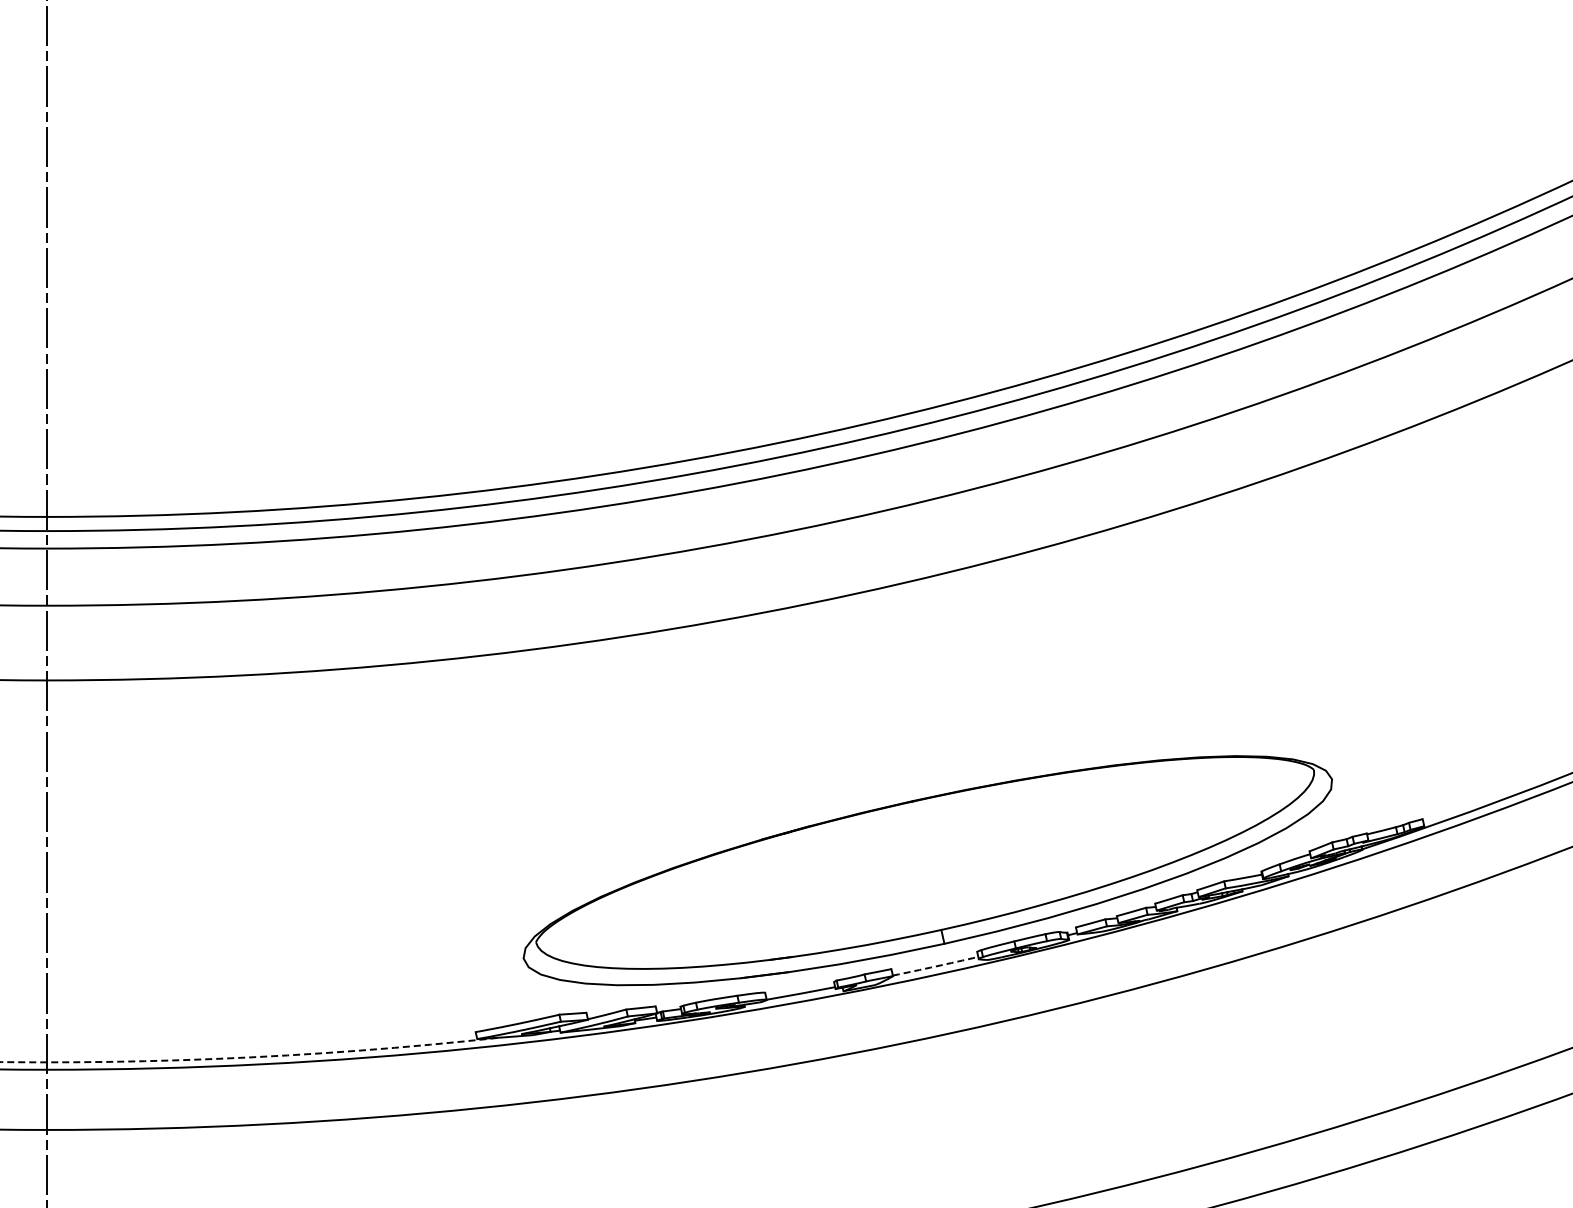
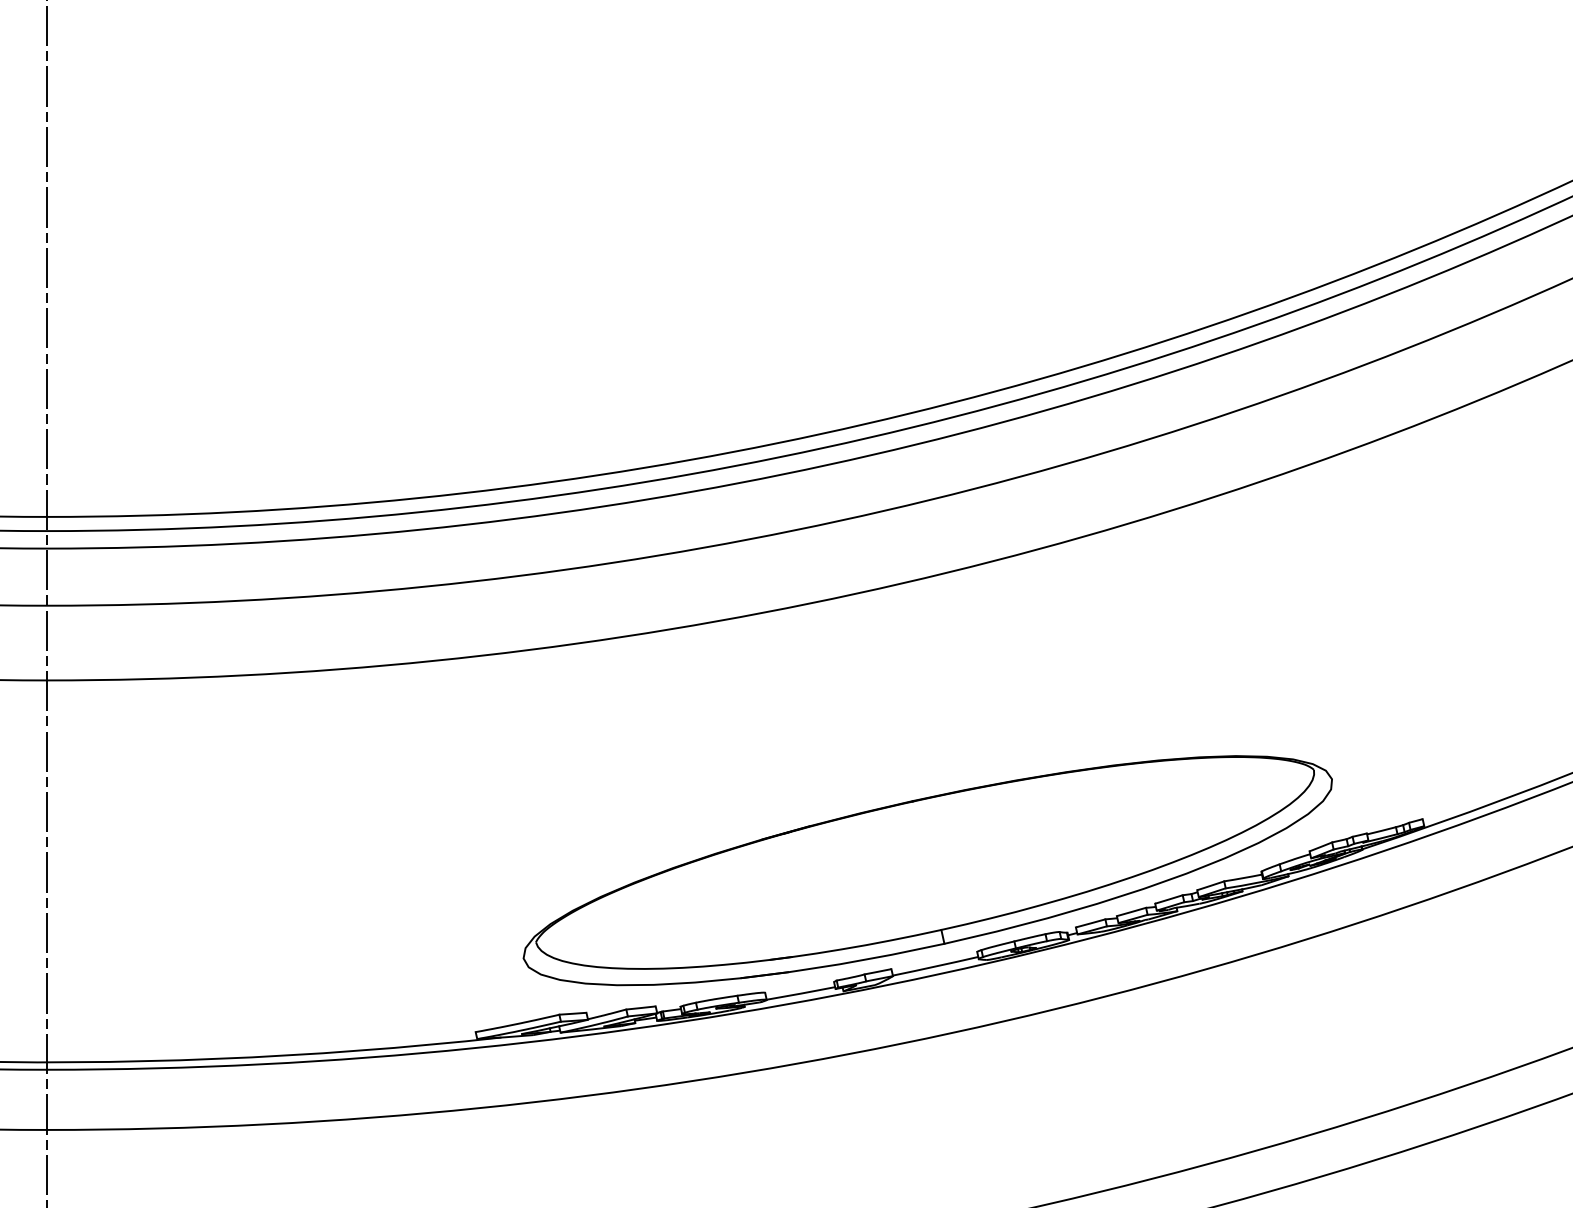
arc at (935, 966): dashed -> solid
arc at (251, 1057): dashed -> solid
